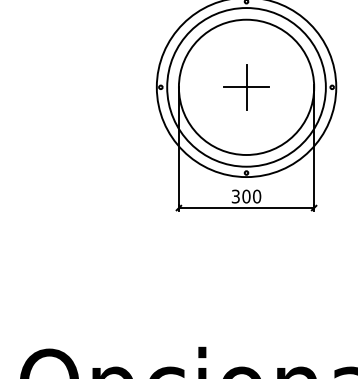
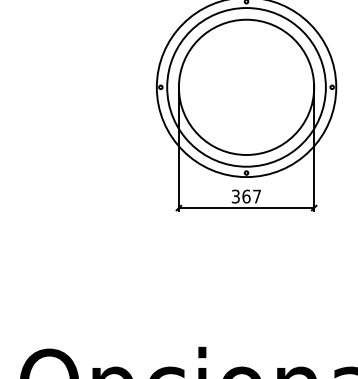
part at (246, 87): present -> none
text at (251, 196): 300 -> 367
